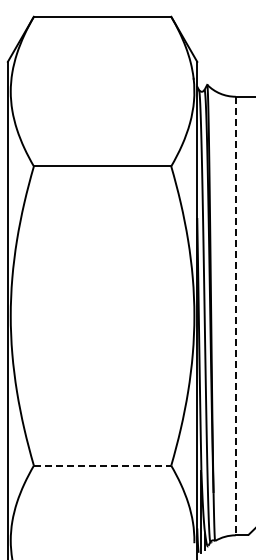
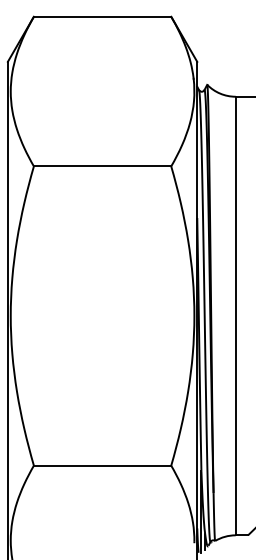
line at (235, 316): dashed -> solid
line at (102, 465): dashed -> solid
